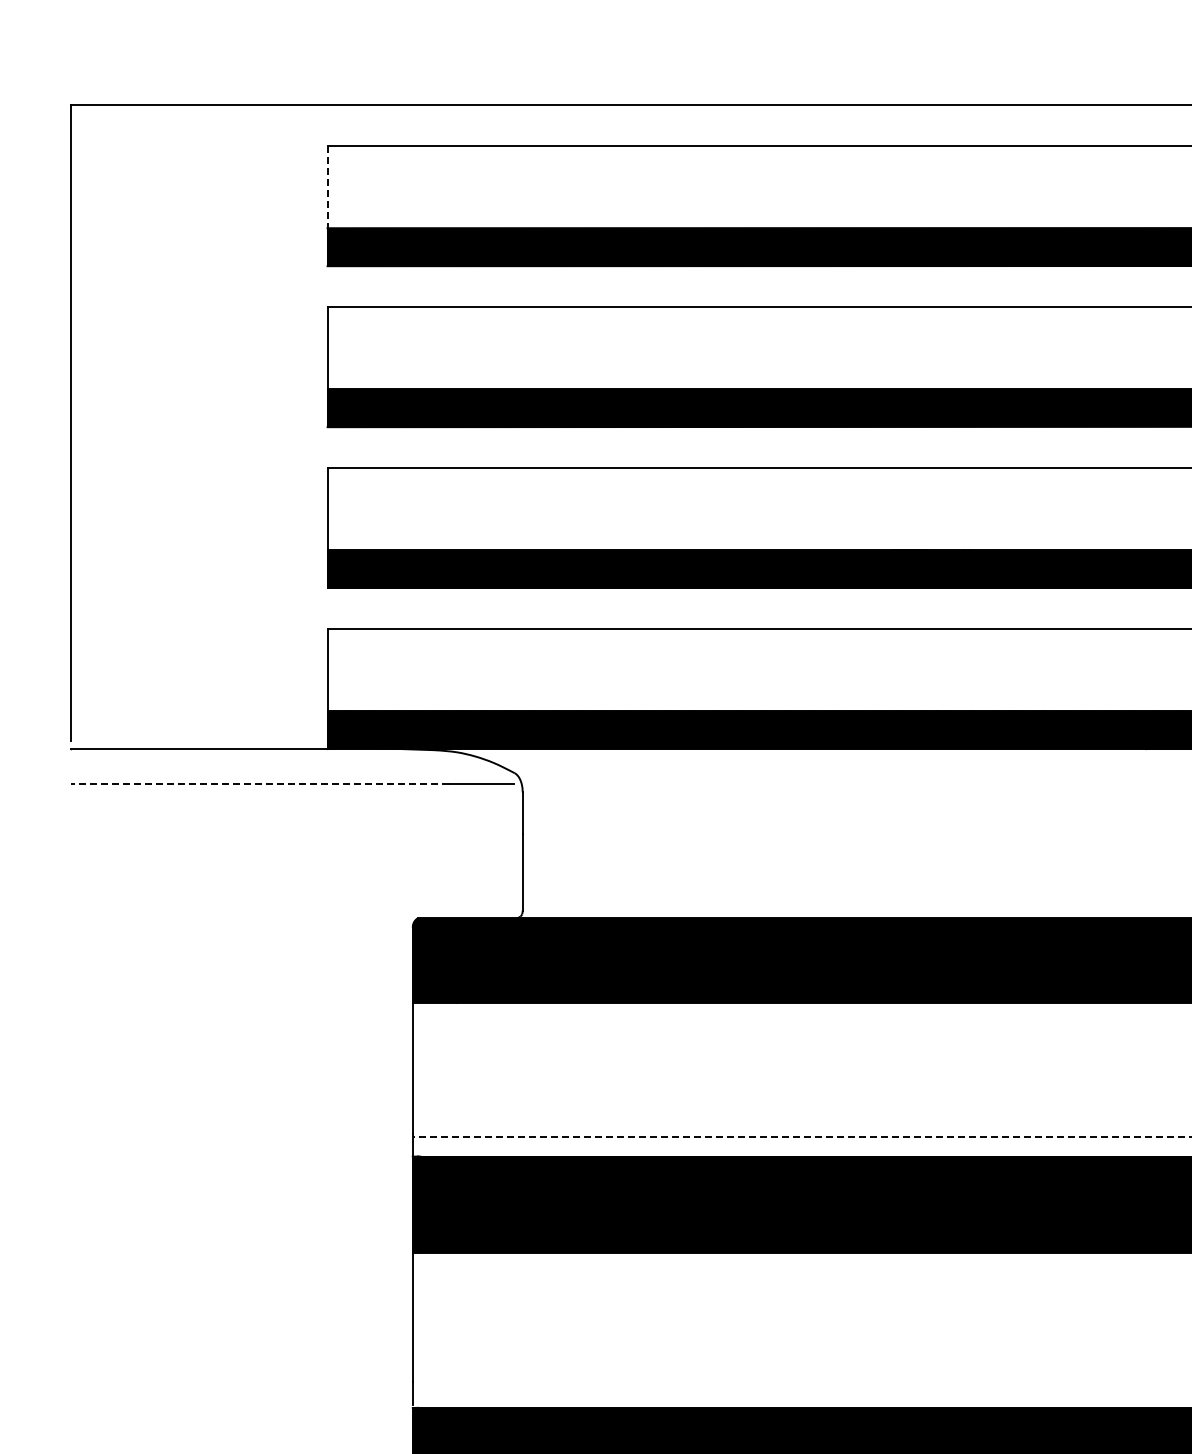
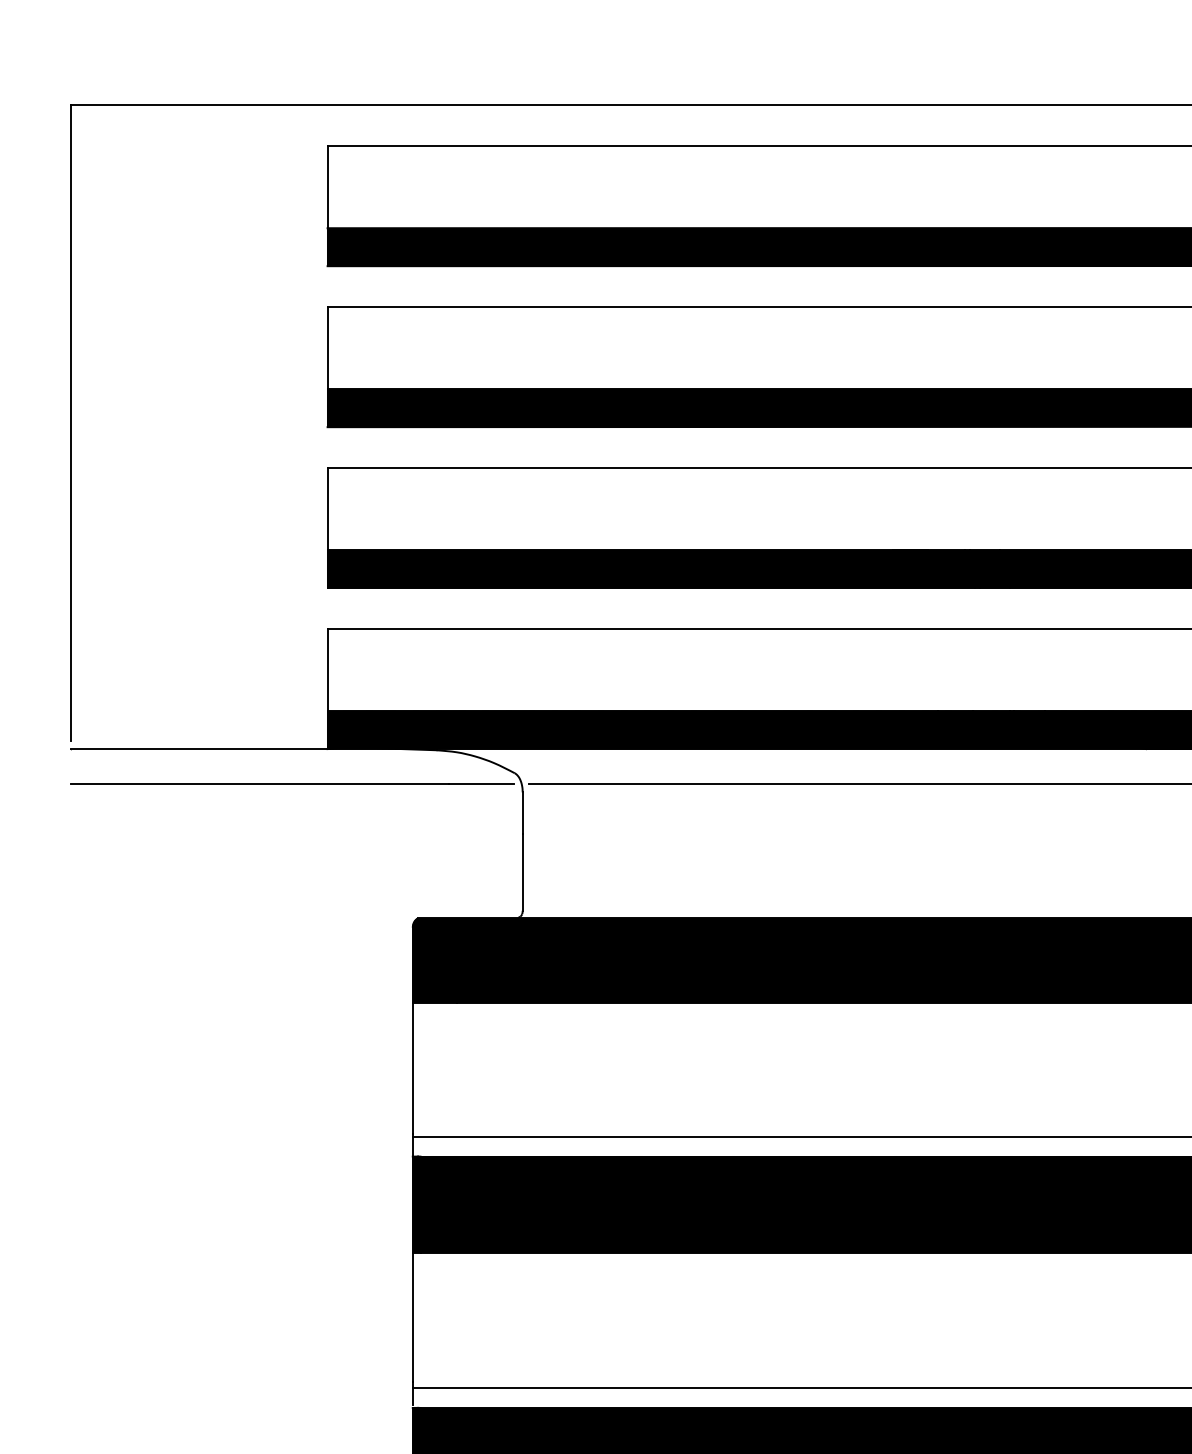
line at (327, 187): dashed -> solid
line at (260, 784): dashed -> solid
line at (858, 784): none -> present
line at (801, 1136): dashed -> solid
line at (800, 1387): none -> present
